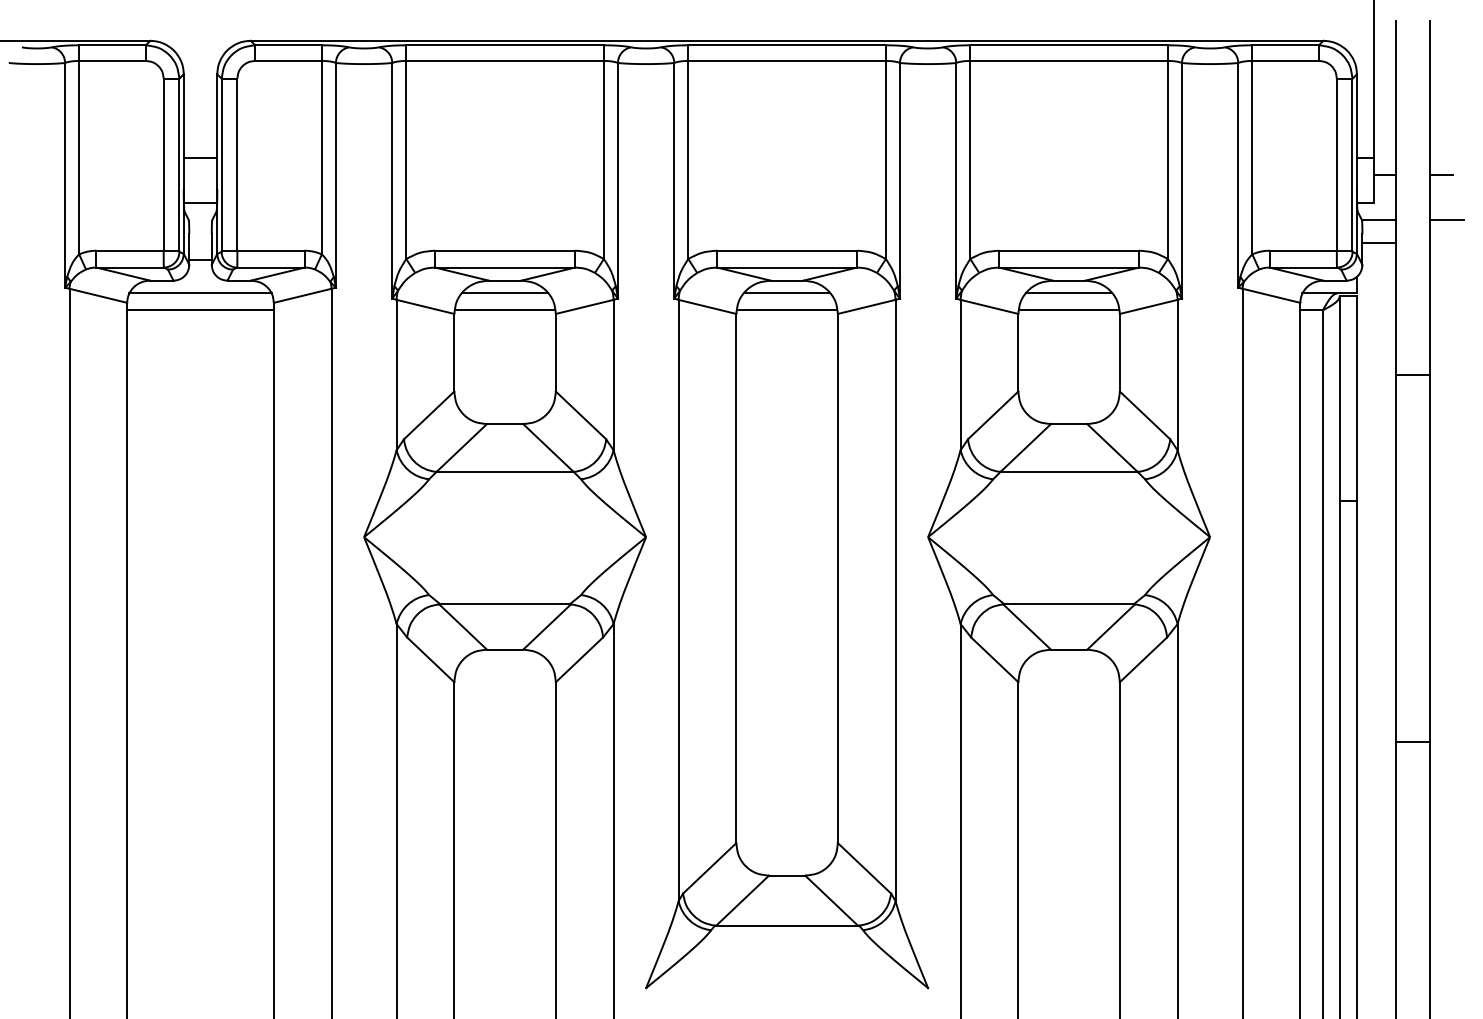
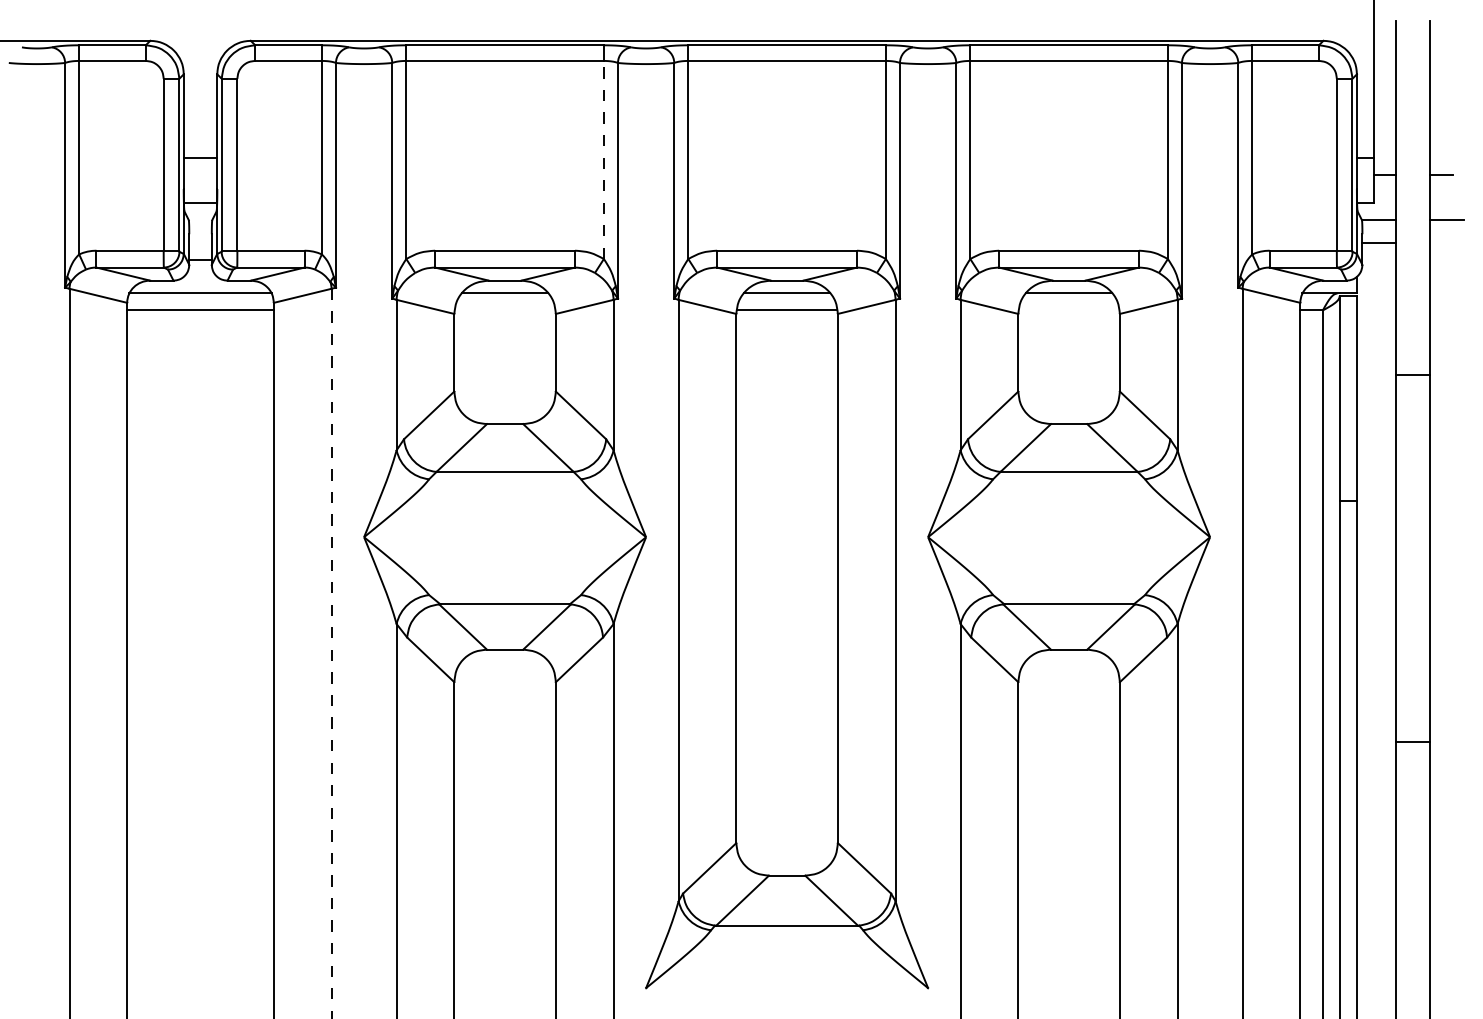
line at (603, 159): solid -> dashed
line at (505, 310): present -> none
line at (1069, 310): present -> none
line at (331, 653): solid -> dashed
